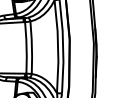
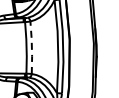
line at (31, 47): solid -> dashed
